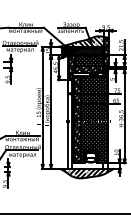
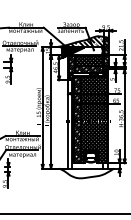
hatch at (86, 50): present -> none
hatch at (85, 173): present -> none
